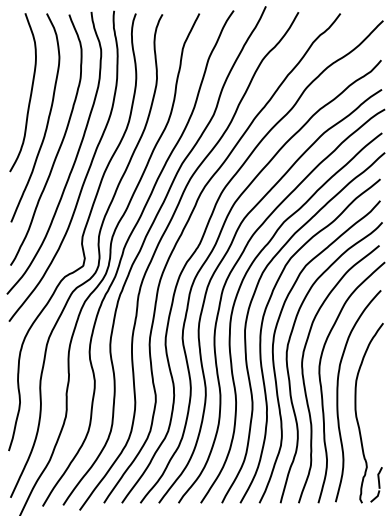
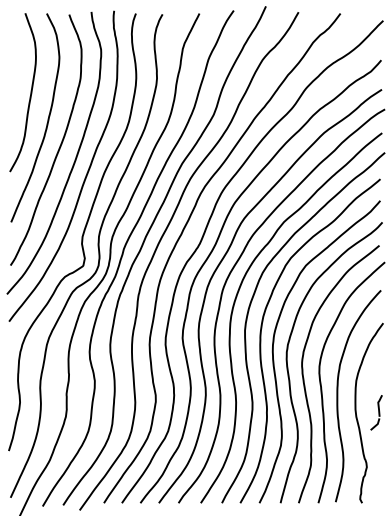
part at (376, 484) position: (376, 484) -> (376, 412)
